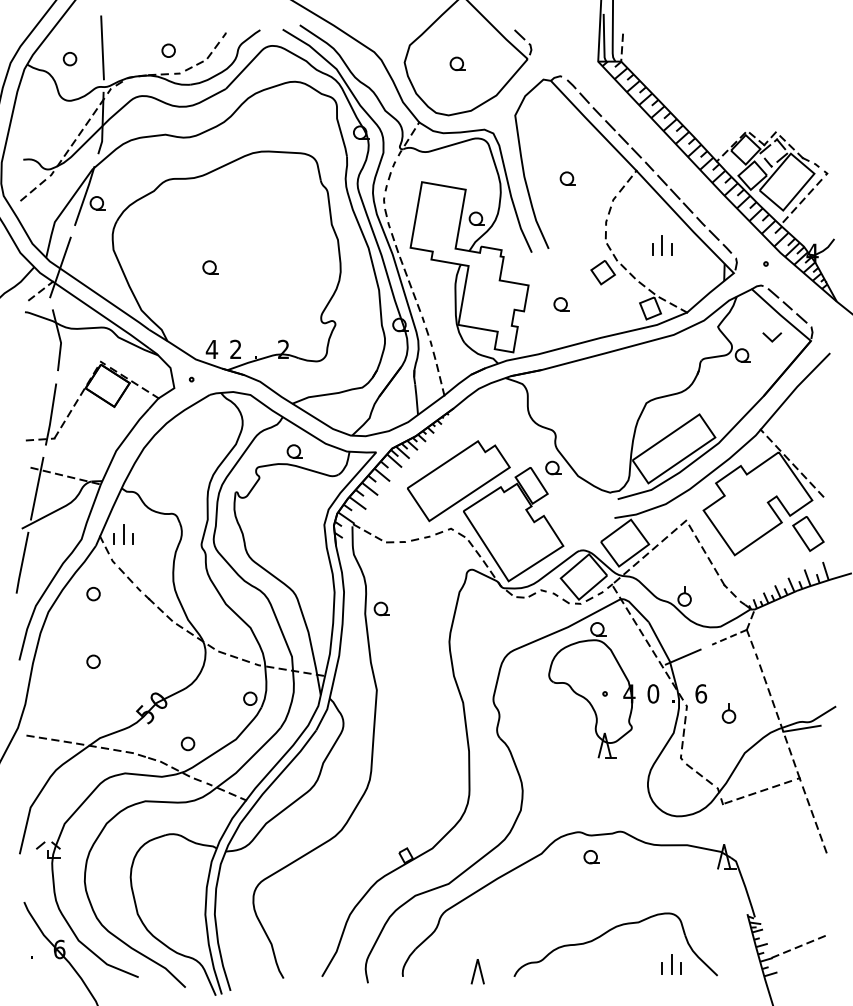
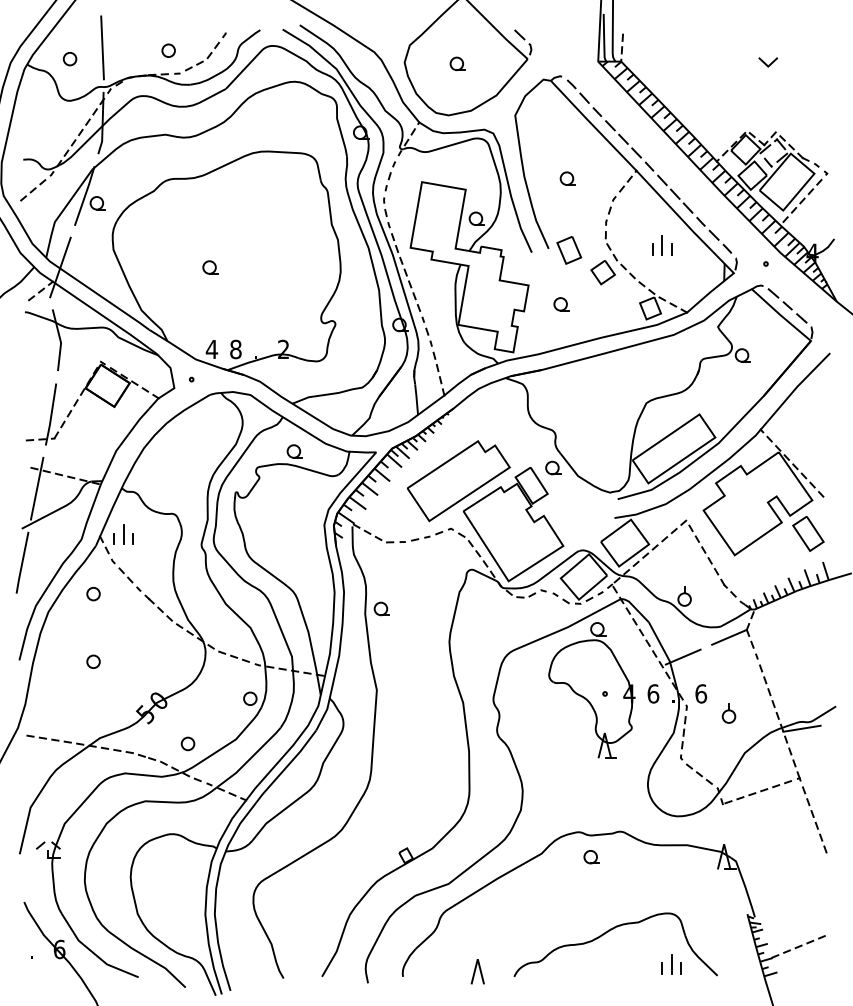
part at (569, 250): none -> present
line at (770, 338) position: (770, 338) -> (766, 63)
text at (235, 349): 2 -> 8
line at (729, 637): dashed -> solid
text at (653, 693): 0 -> 6
